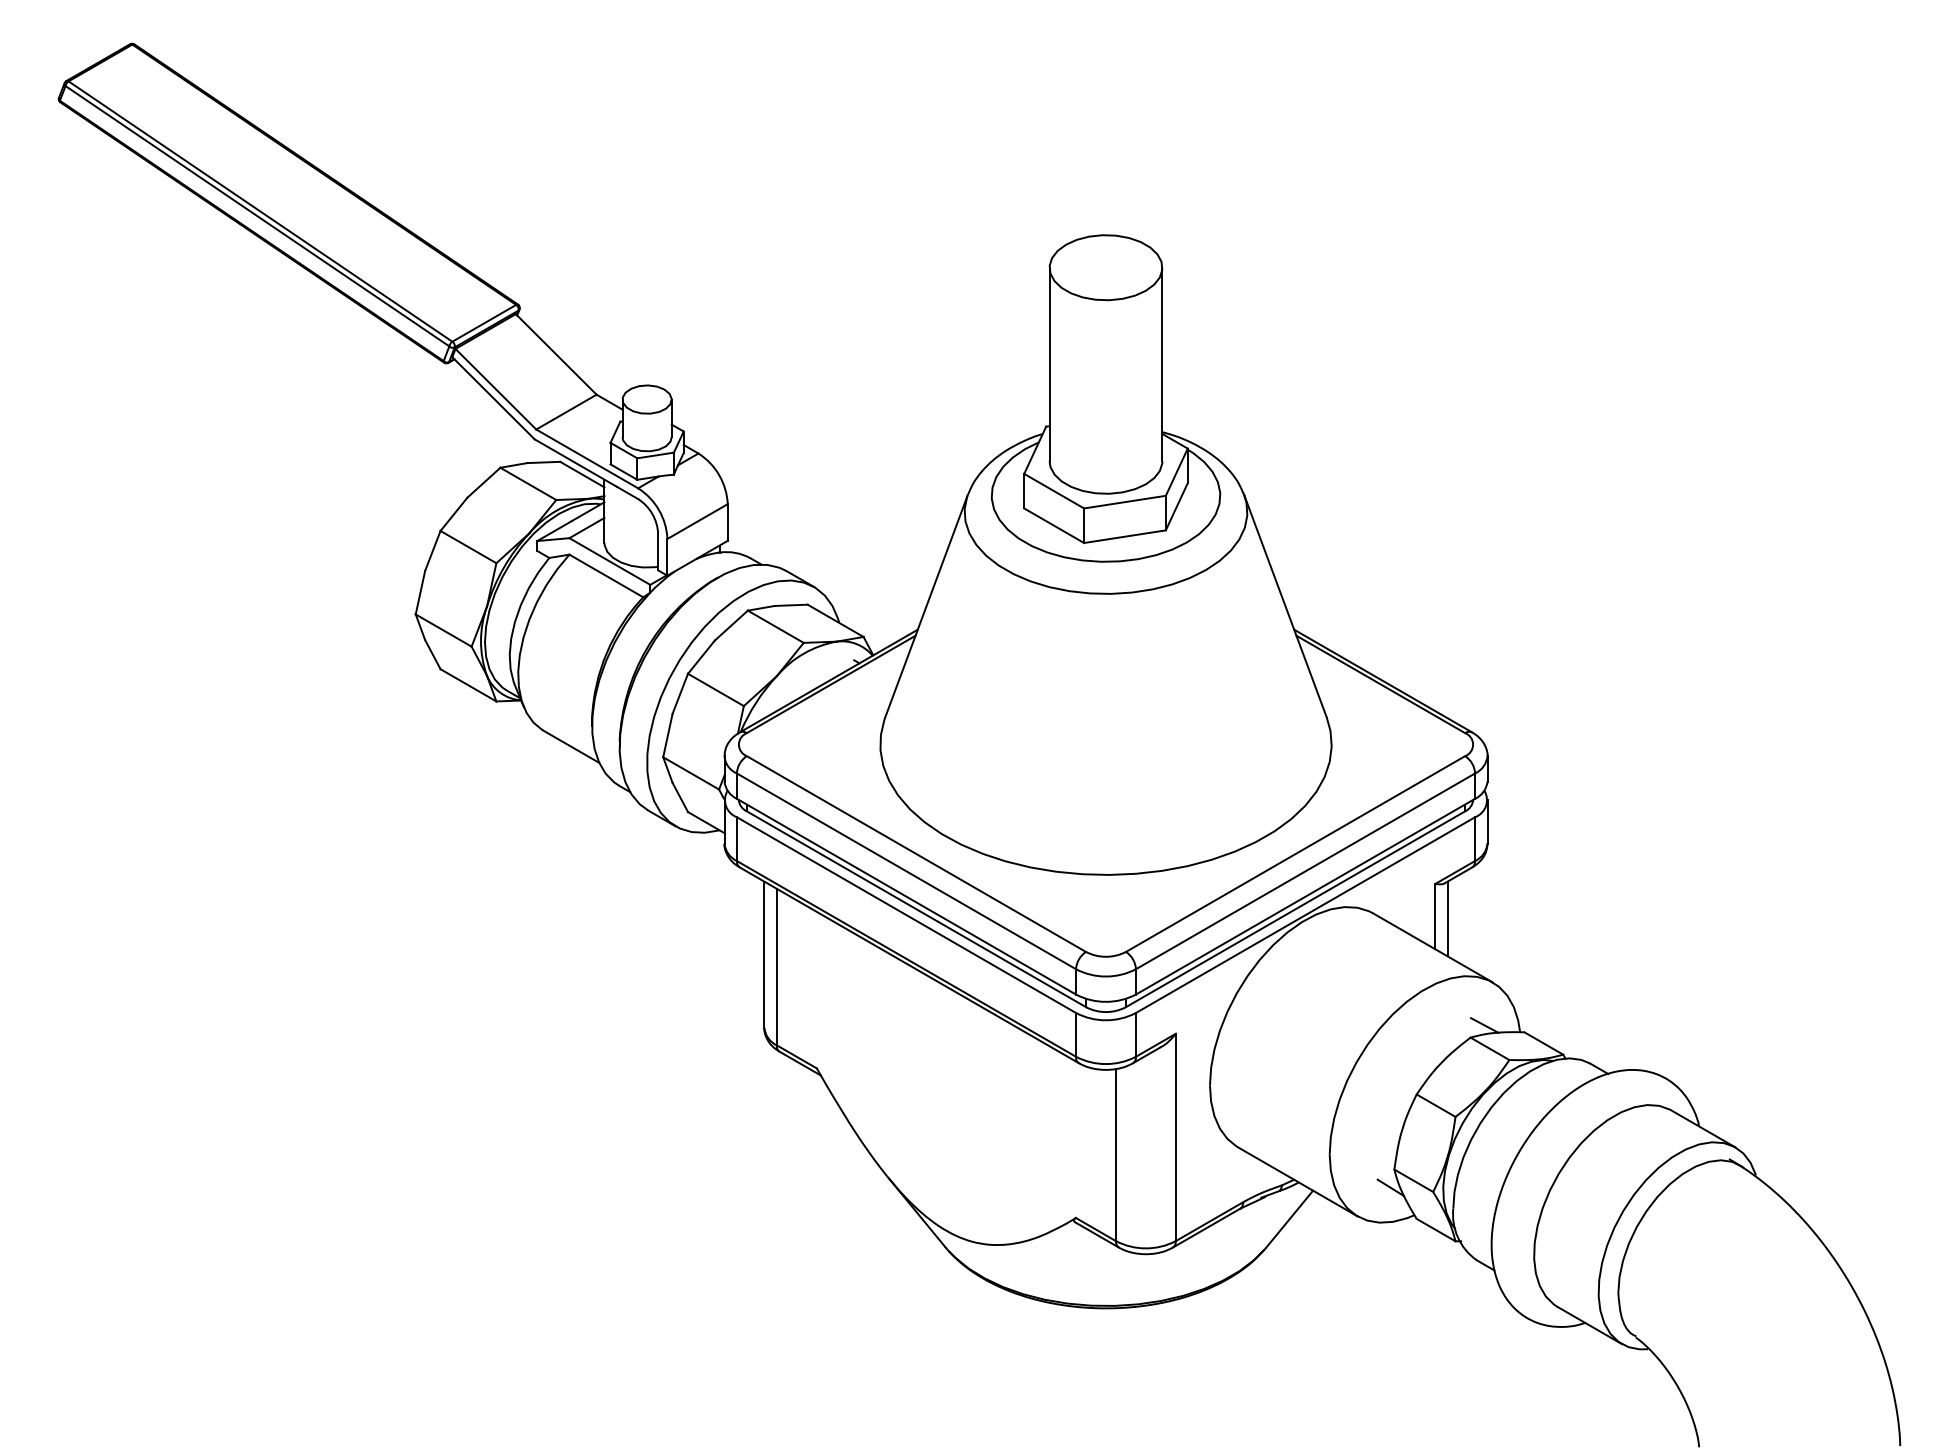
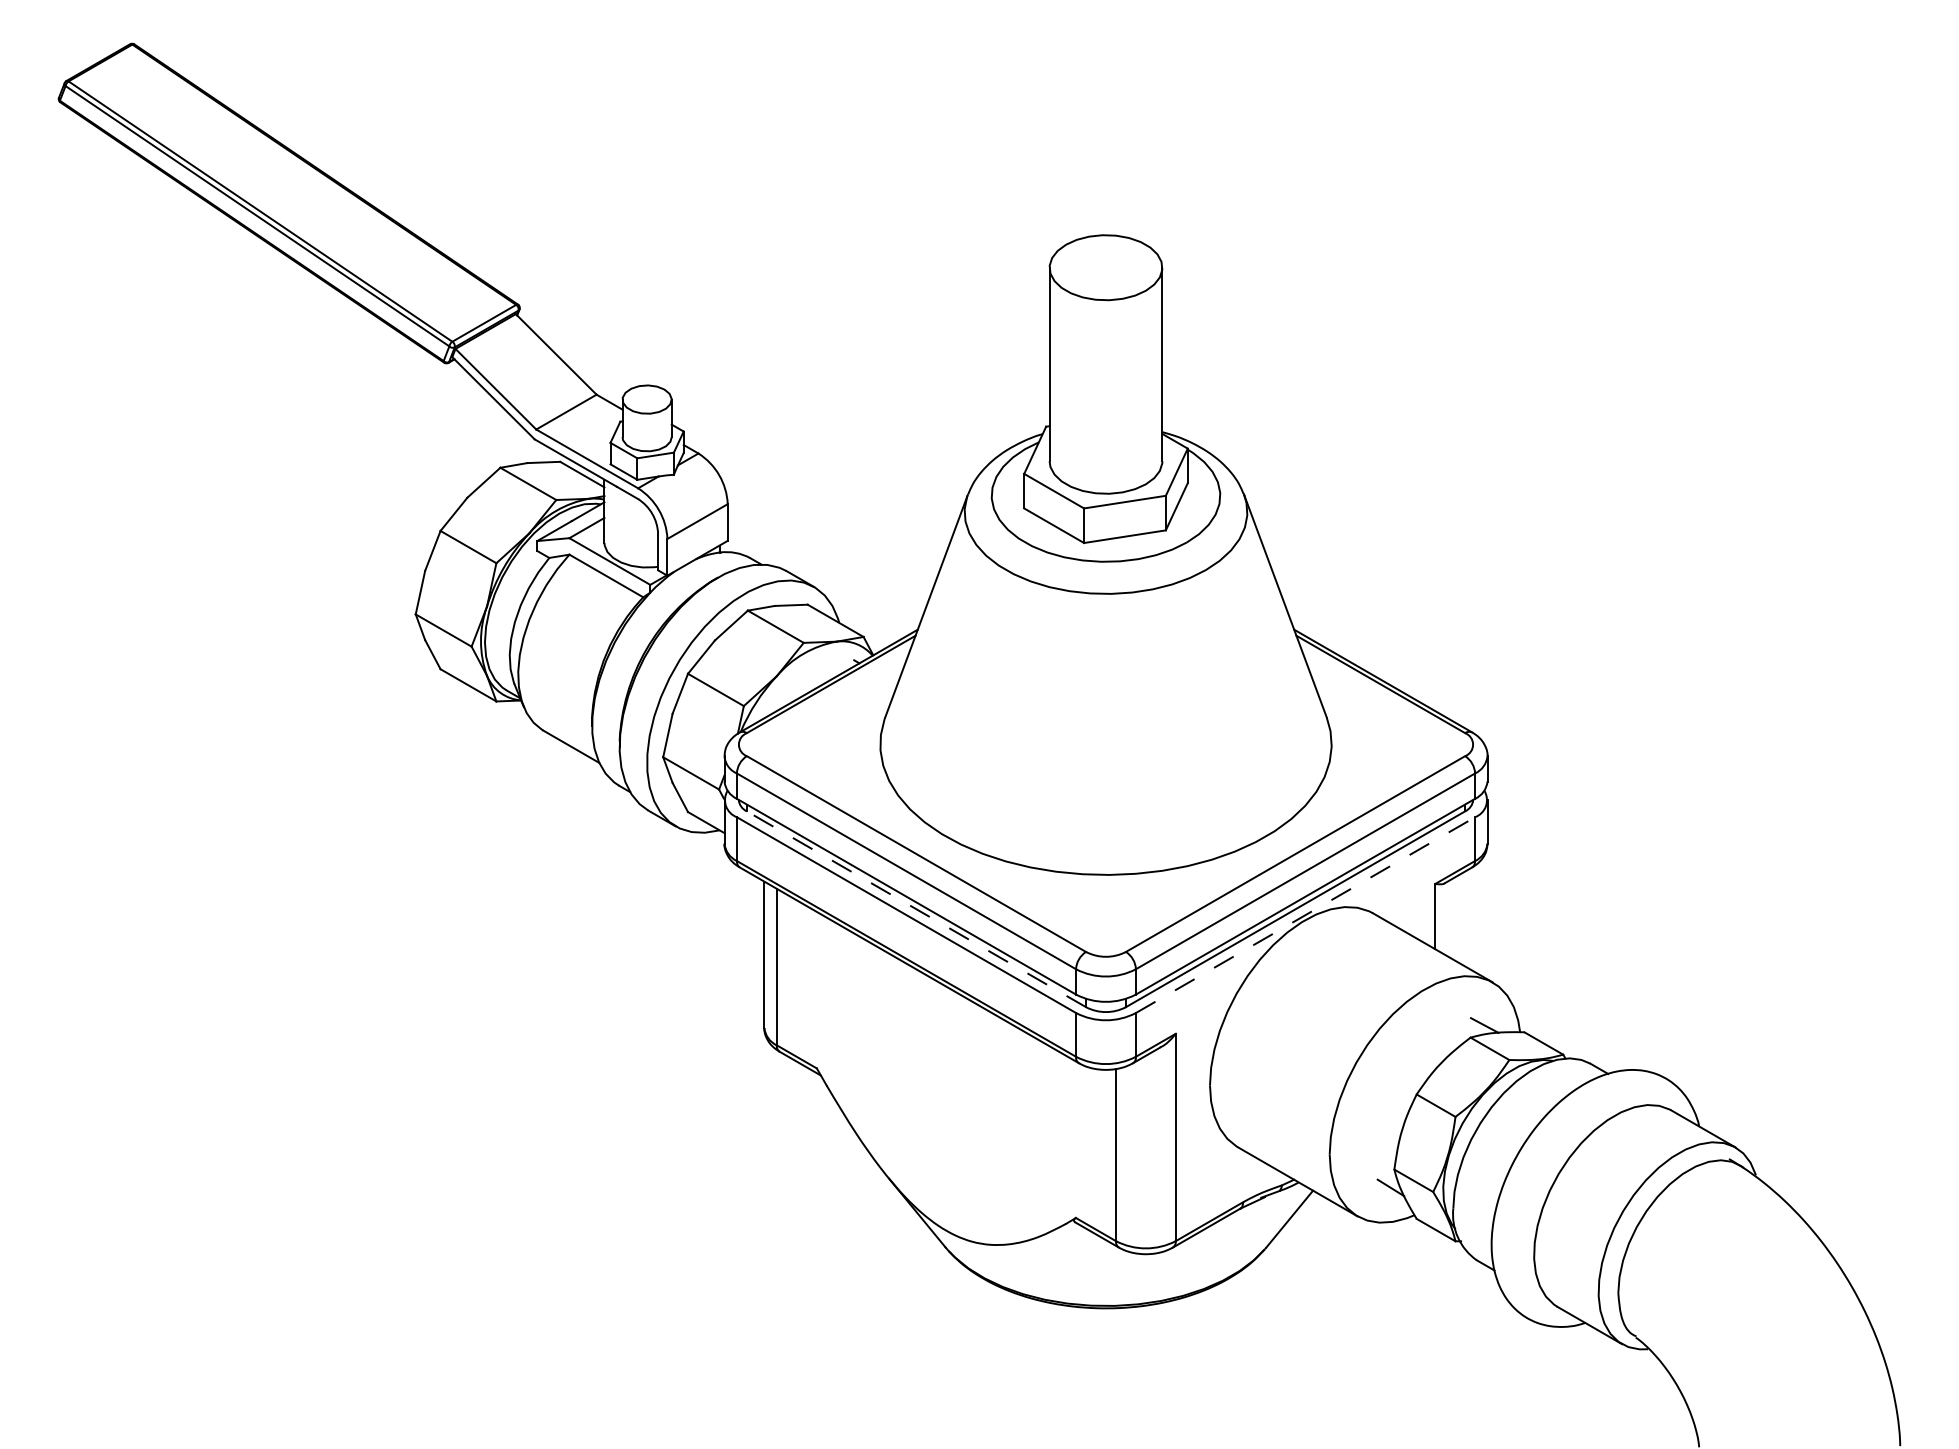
line at (916, 909): solid -> dashed
line at (1305, 915): solid -> dashed
line at (1447, 918): present -> none
